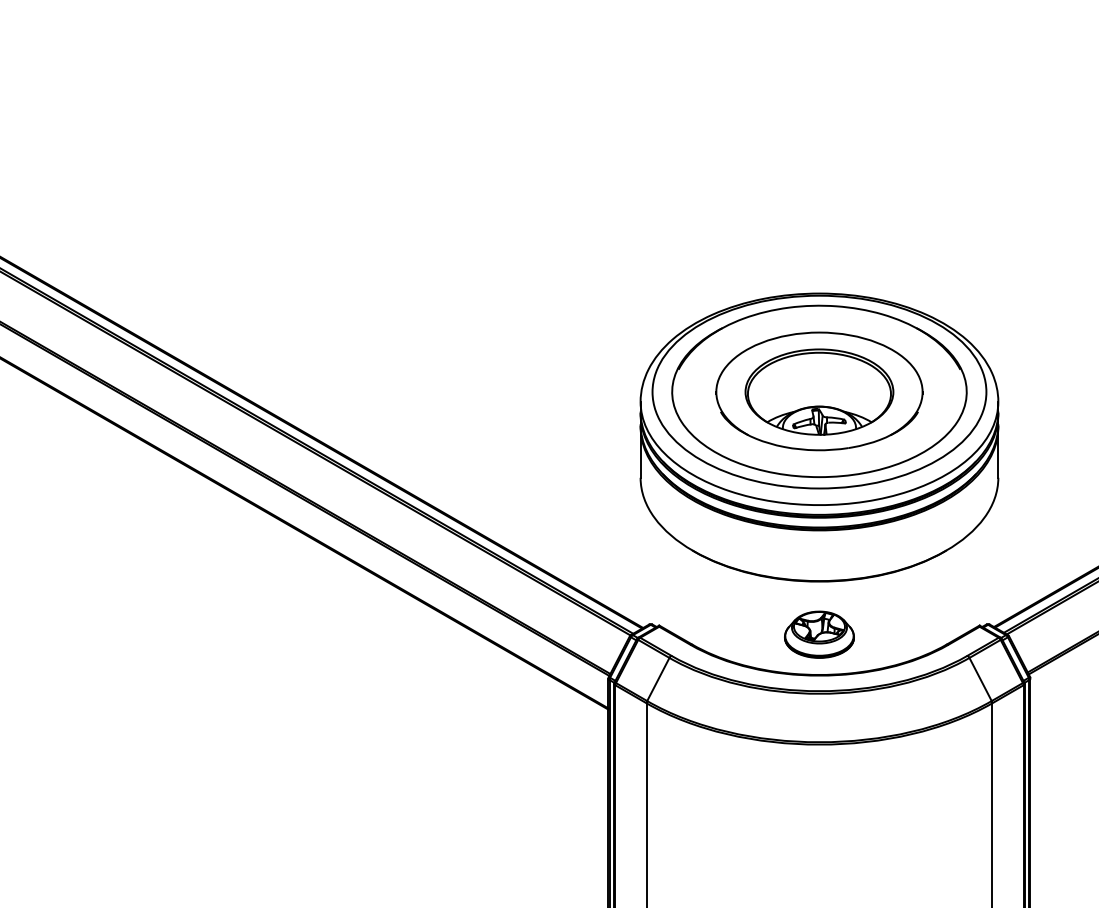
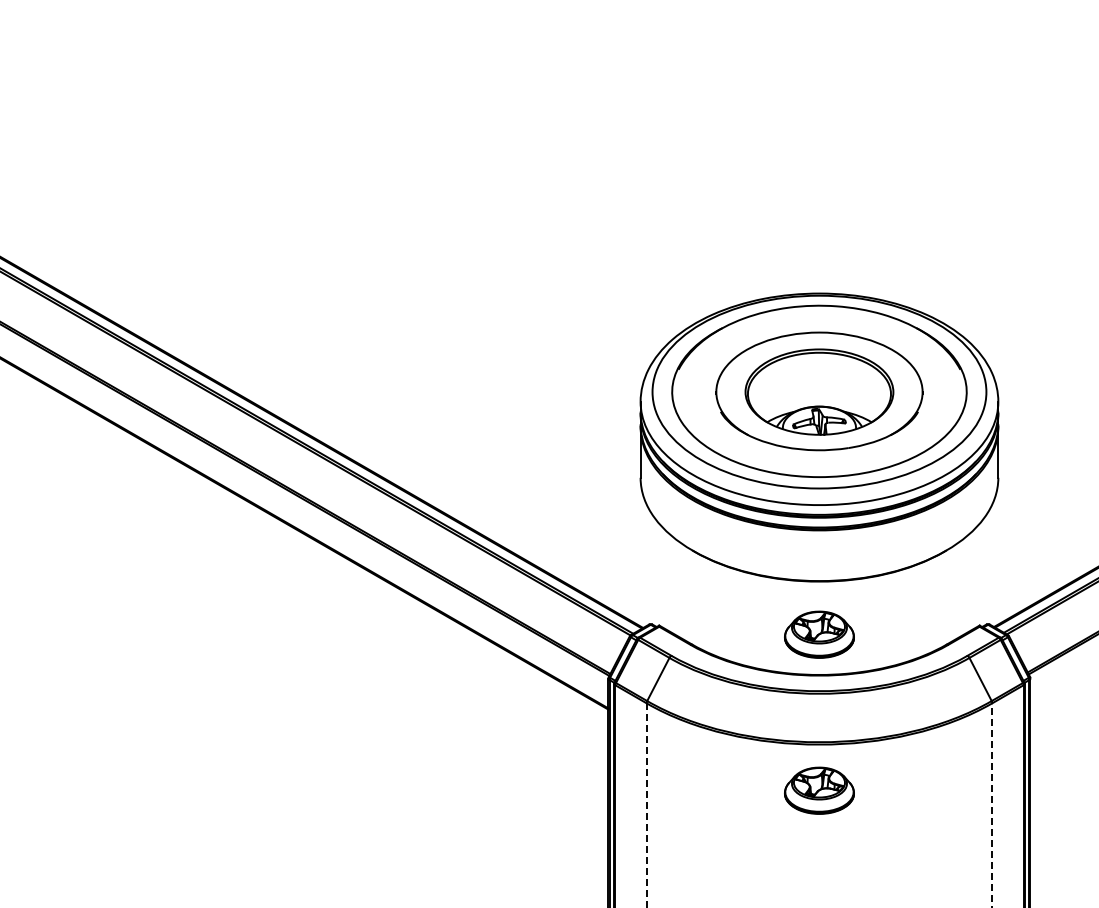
part at (819, 790): none -> present
line at (646, 805): solid -> dashed
line at (992, 805): solid -> dashed
